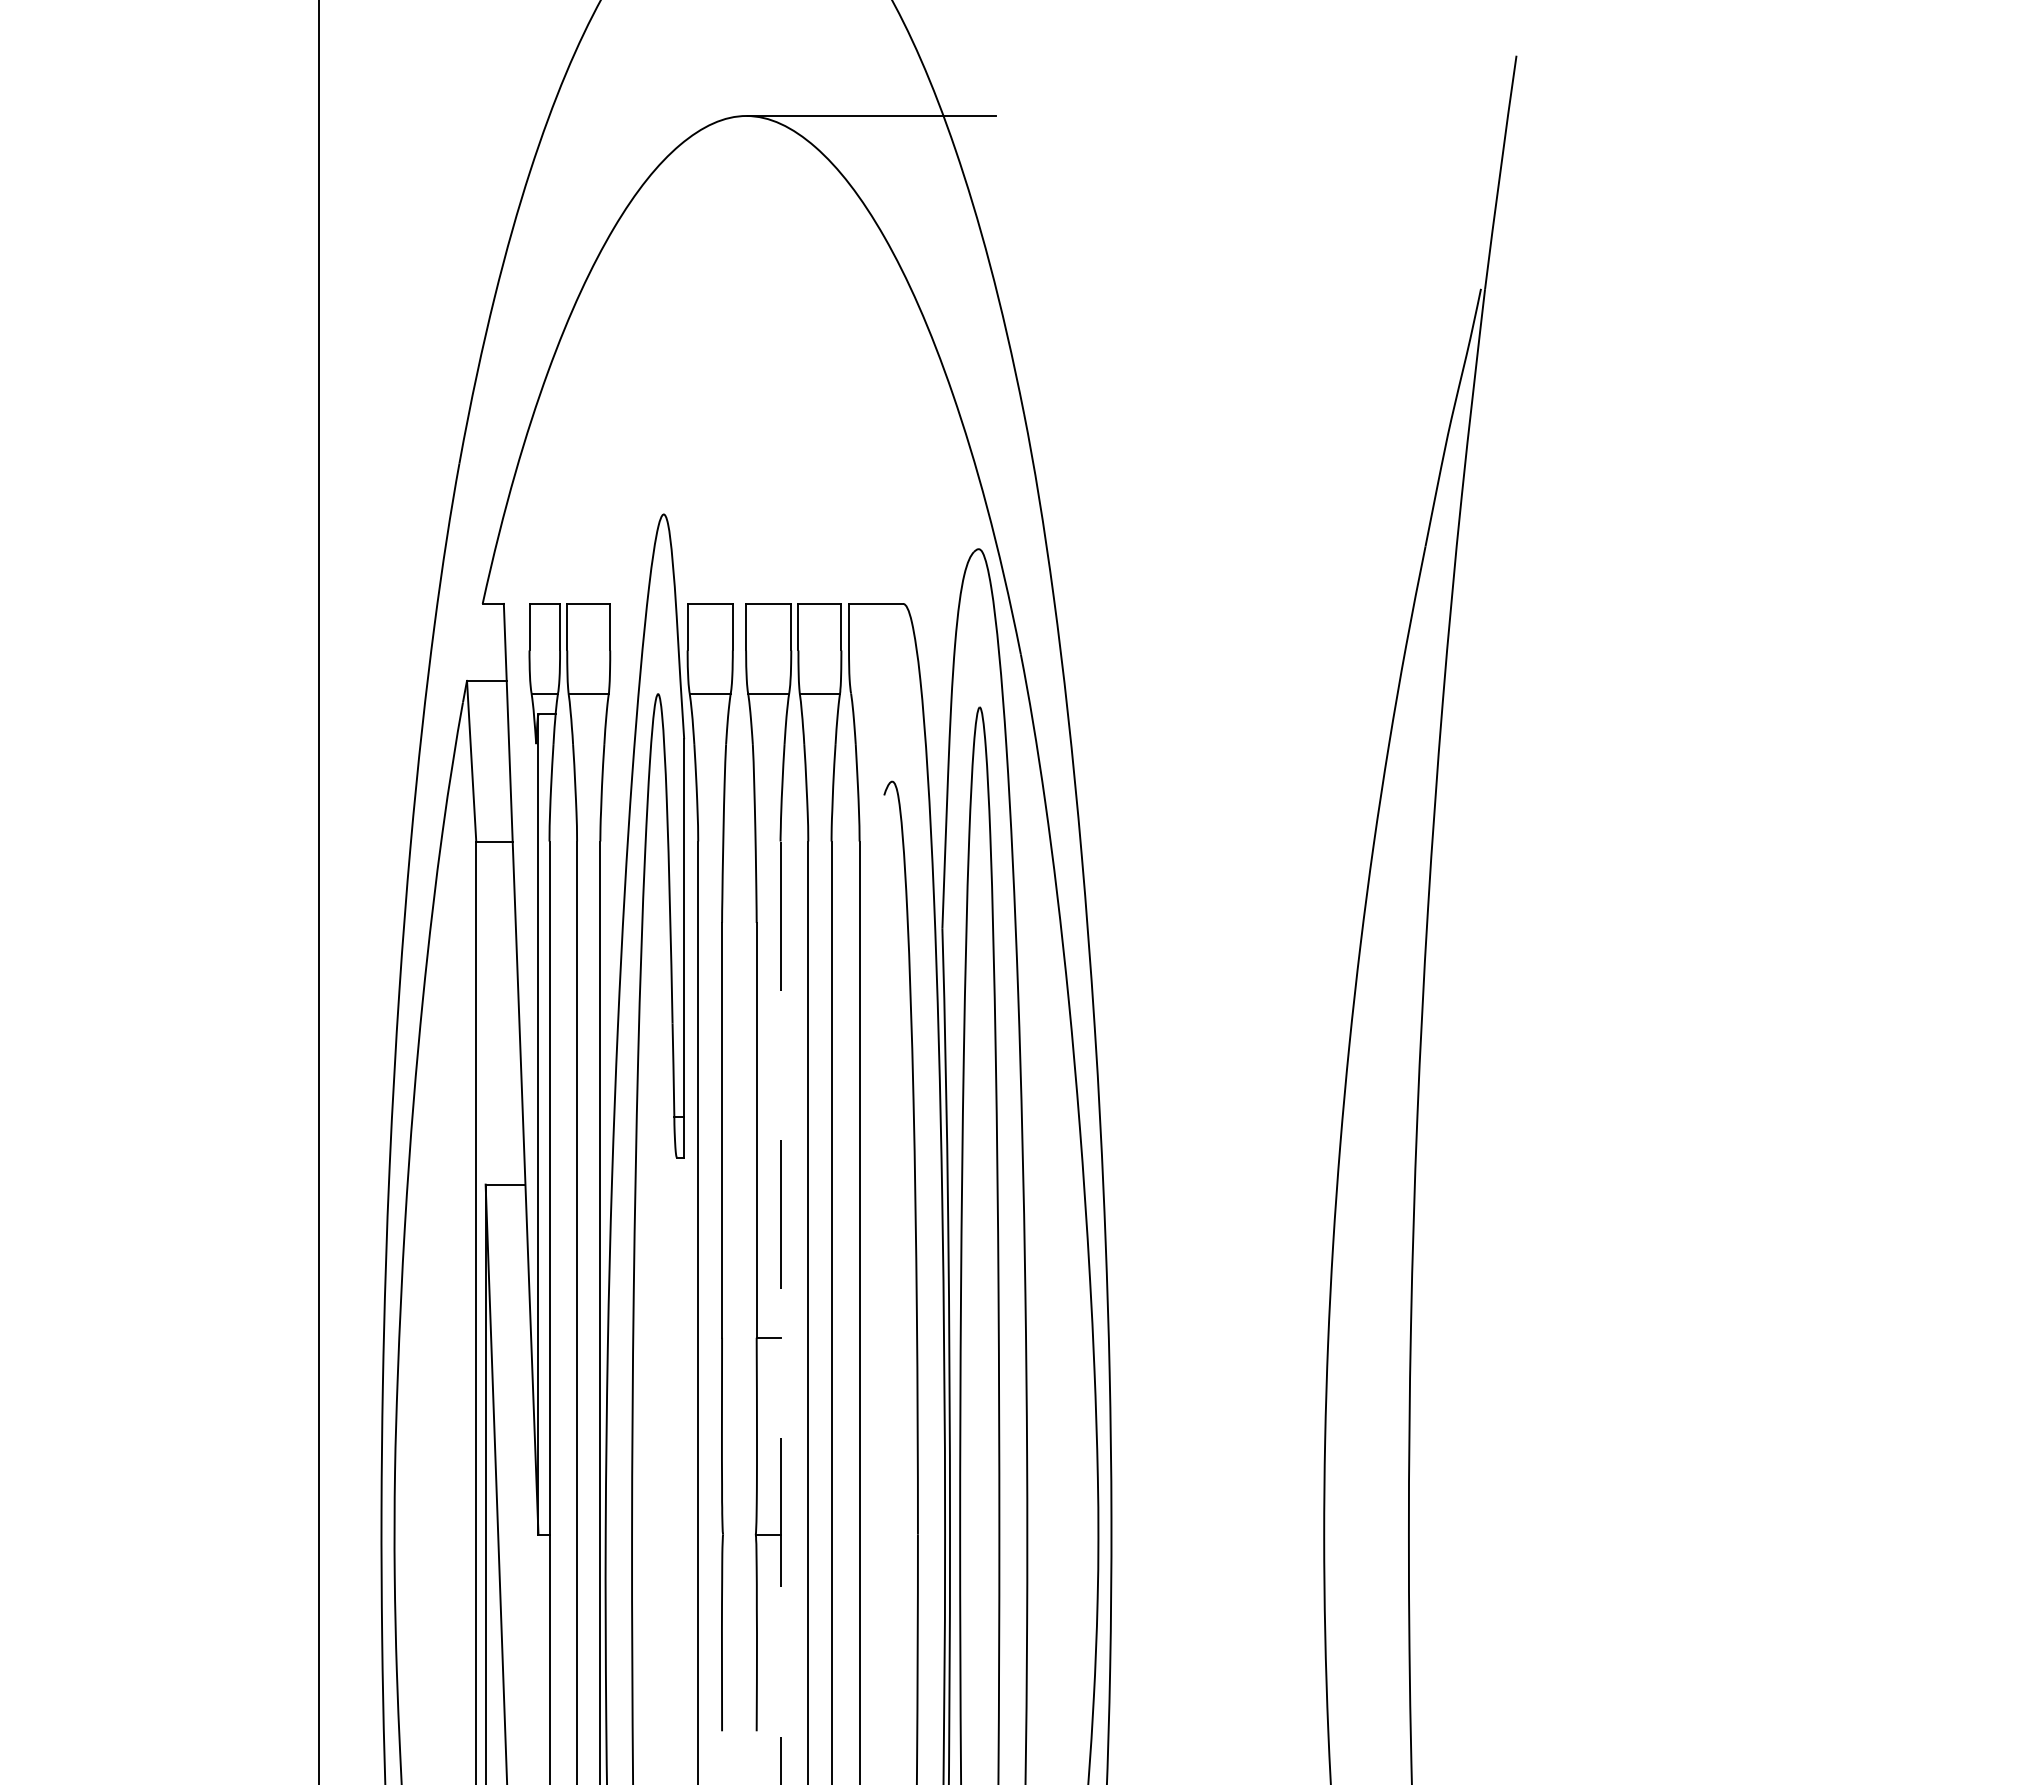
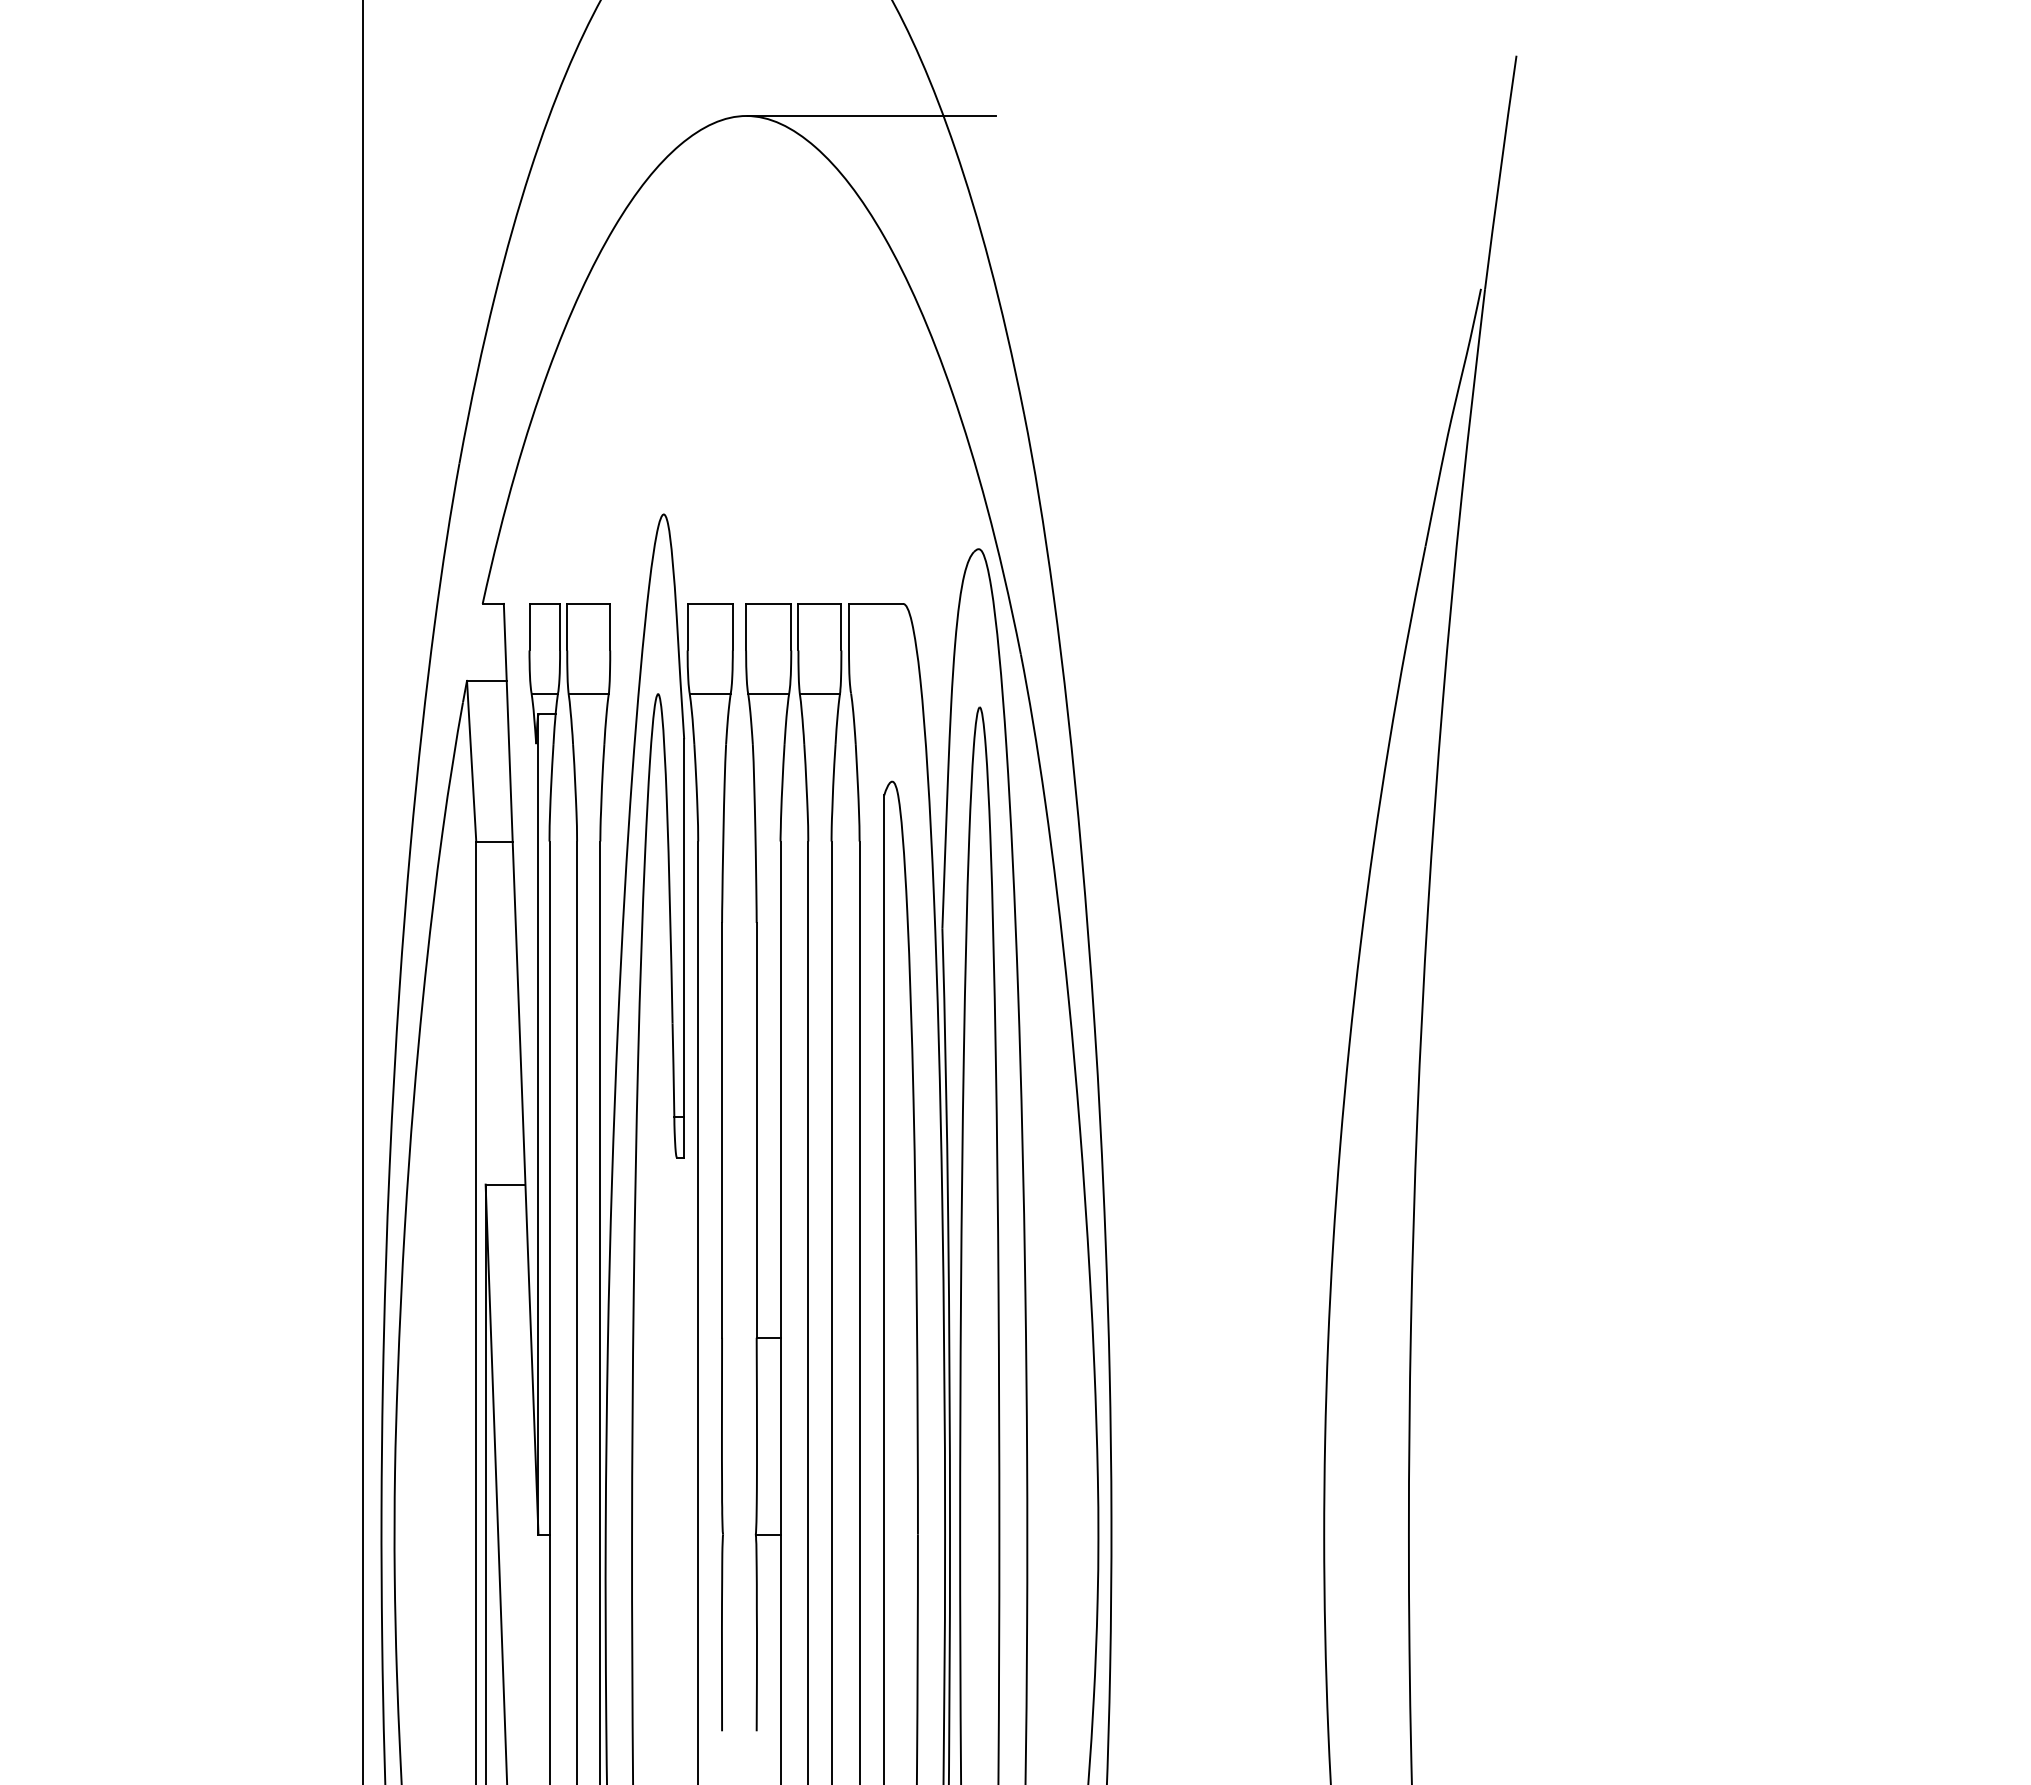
line at (319, 891) position: (319, 891) -> (363, 891)
line at (884, 1288): none -> present
line at (780, 1313): dashed -> solid
